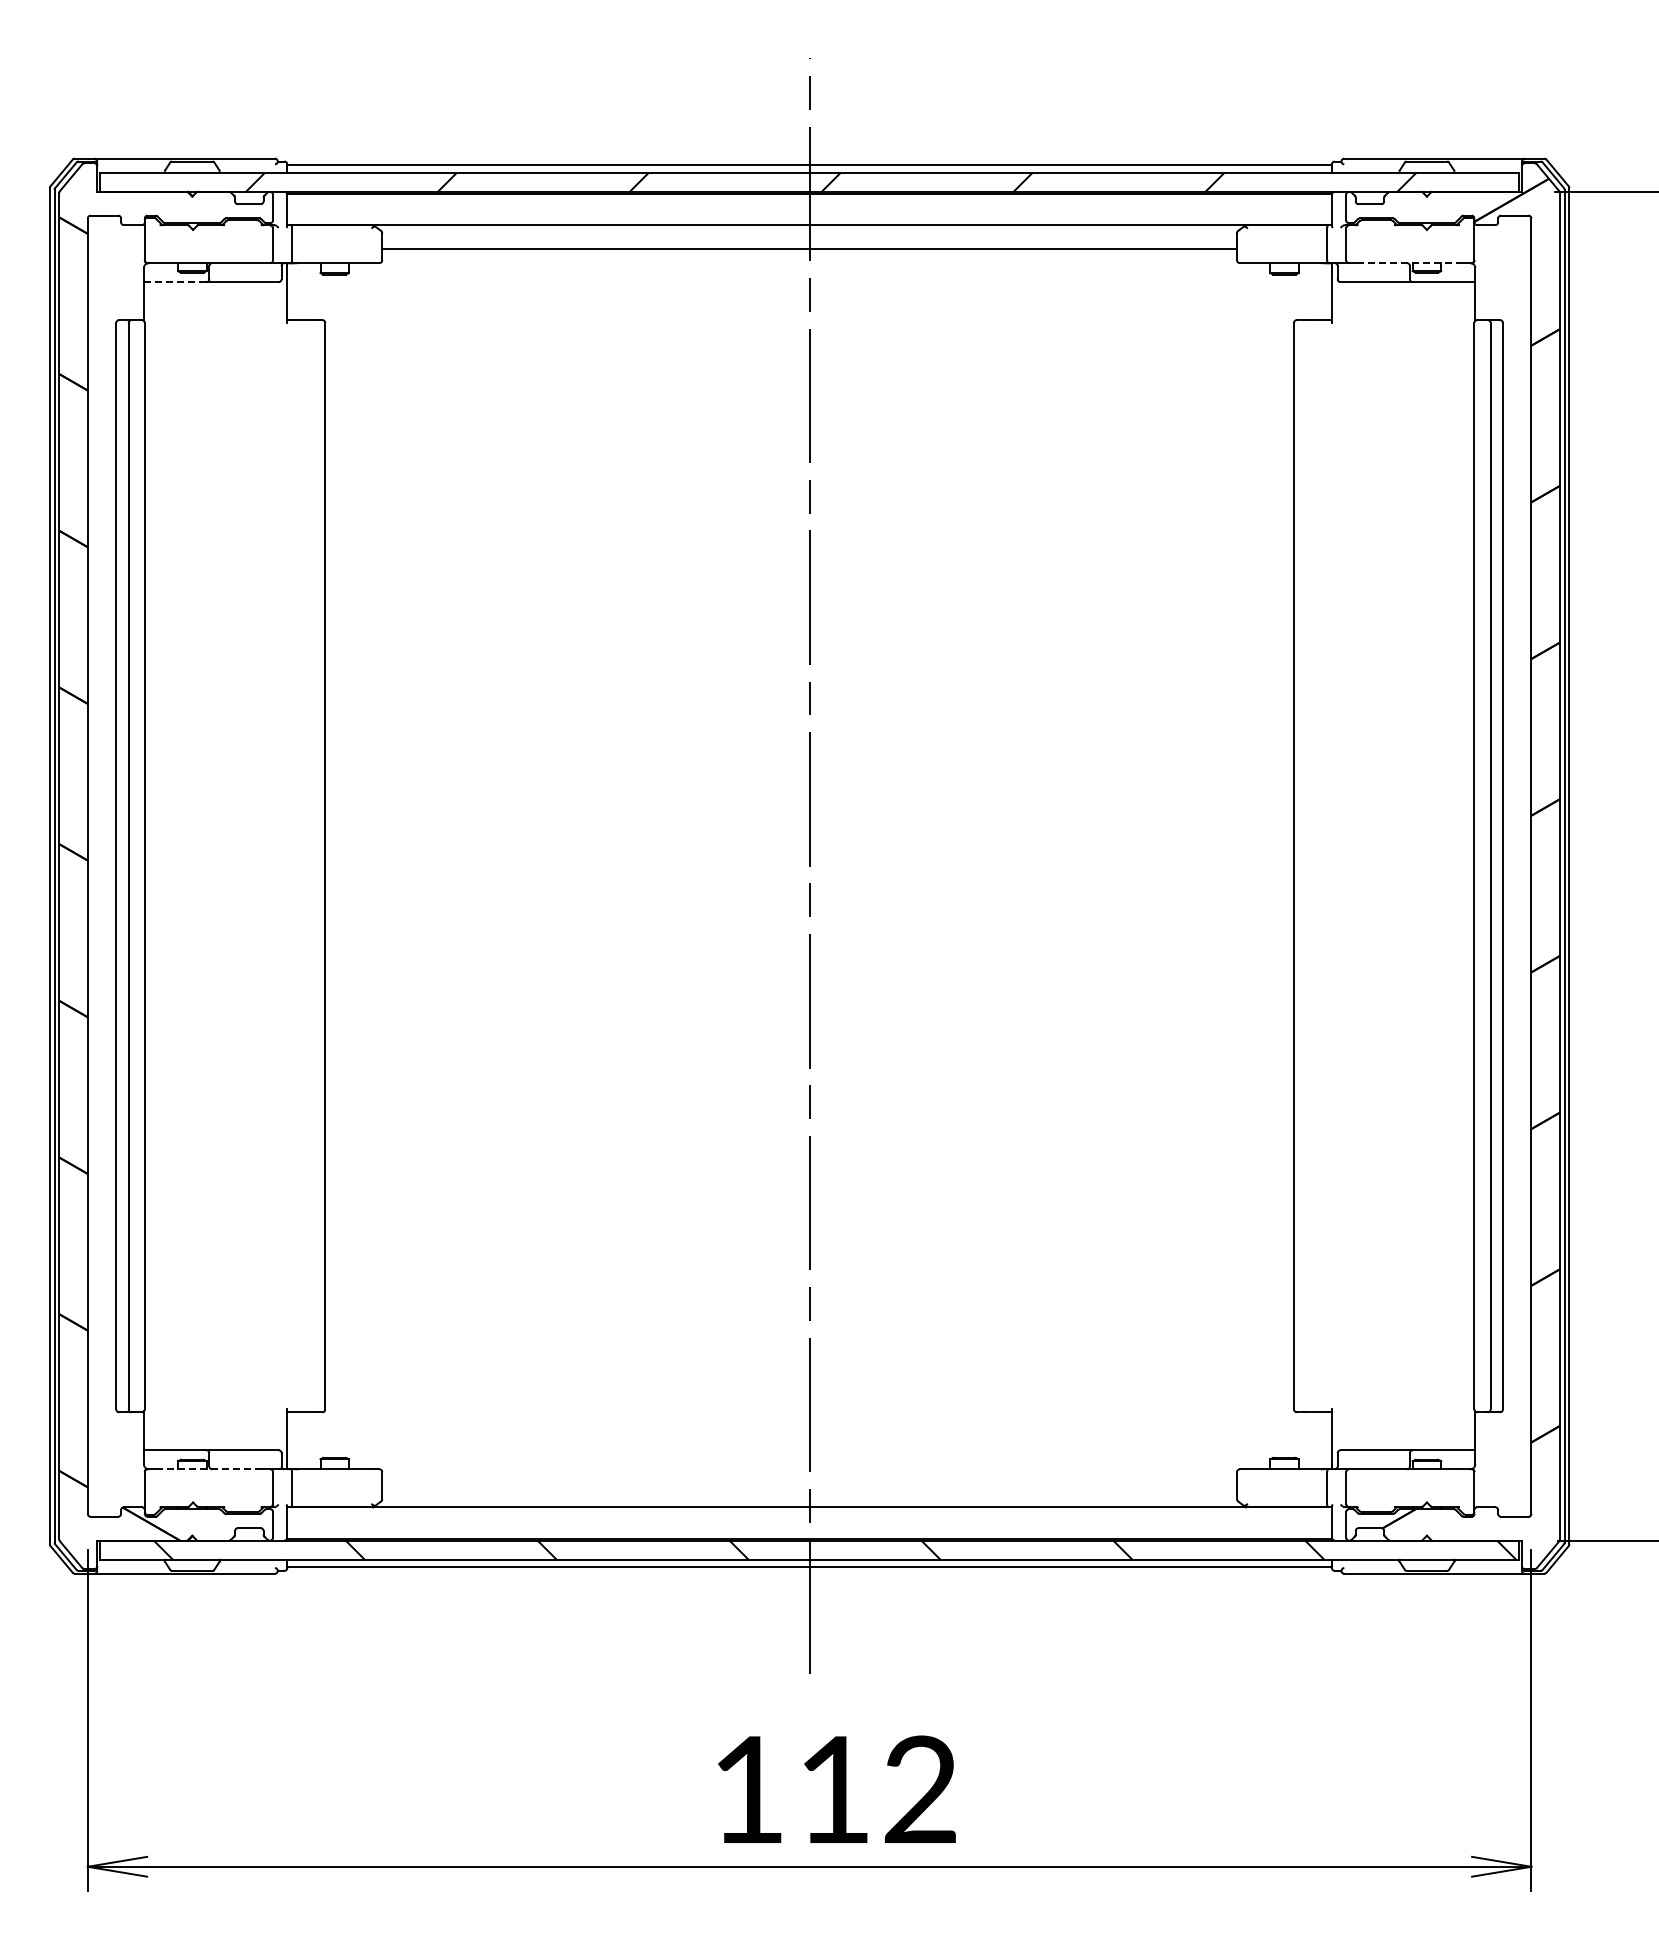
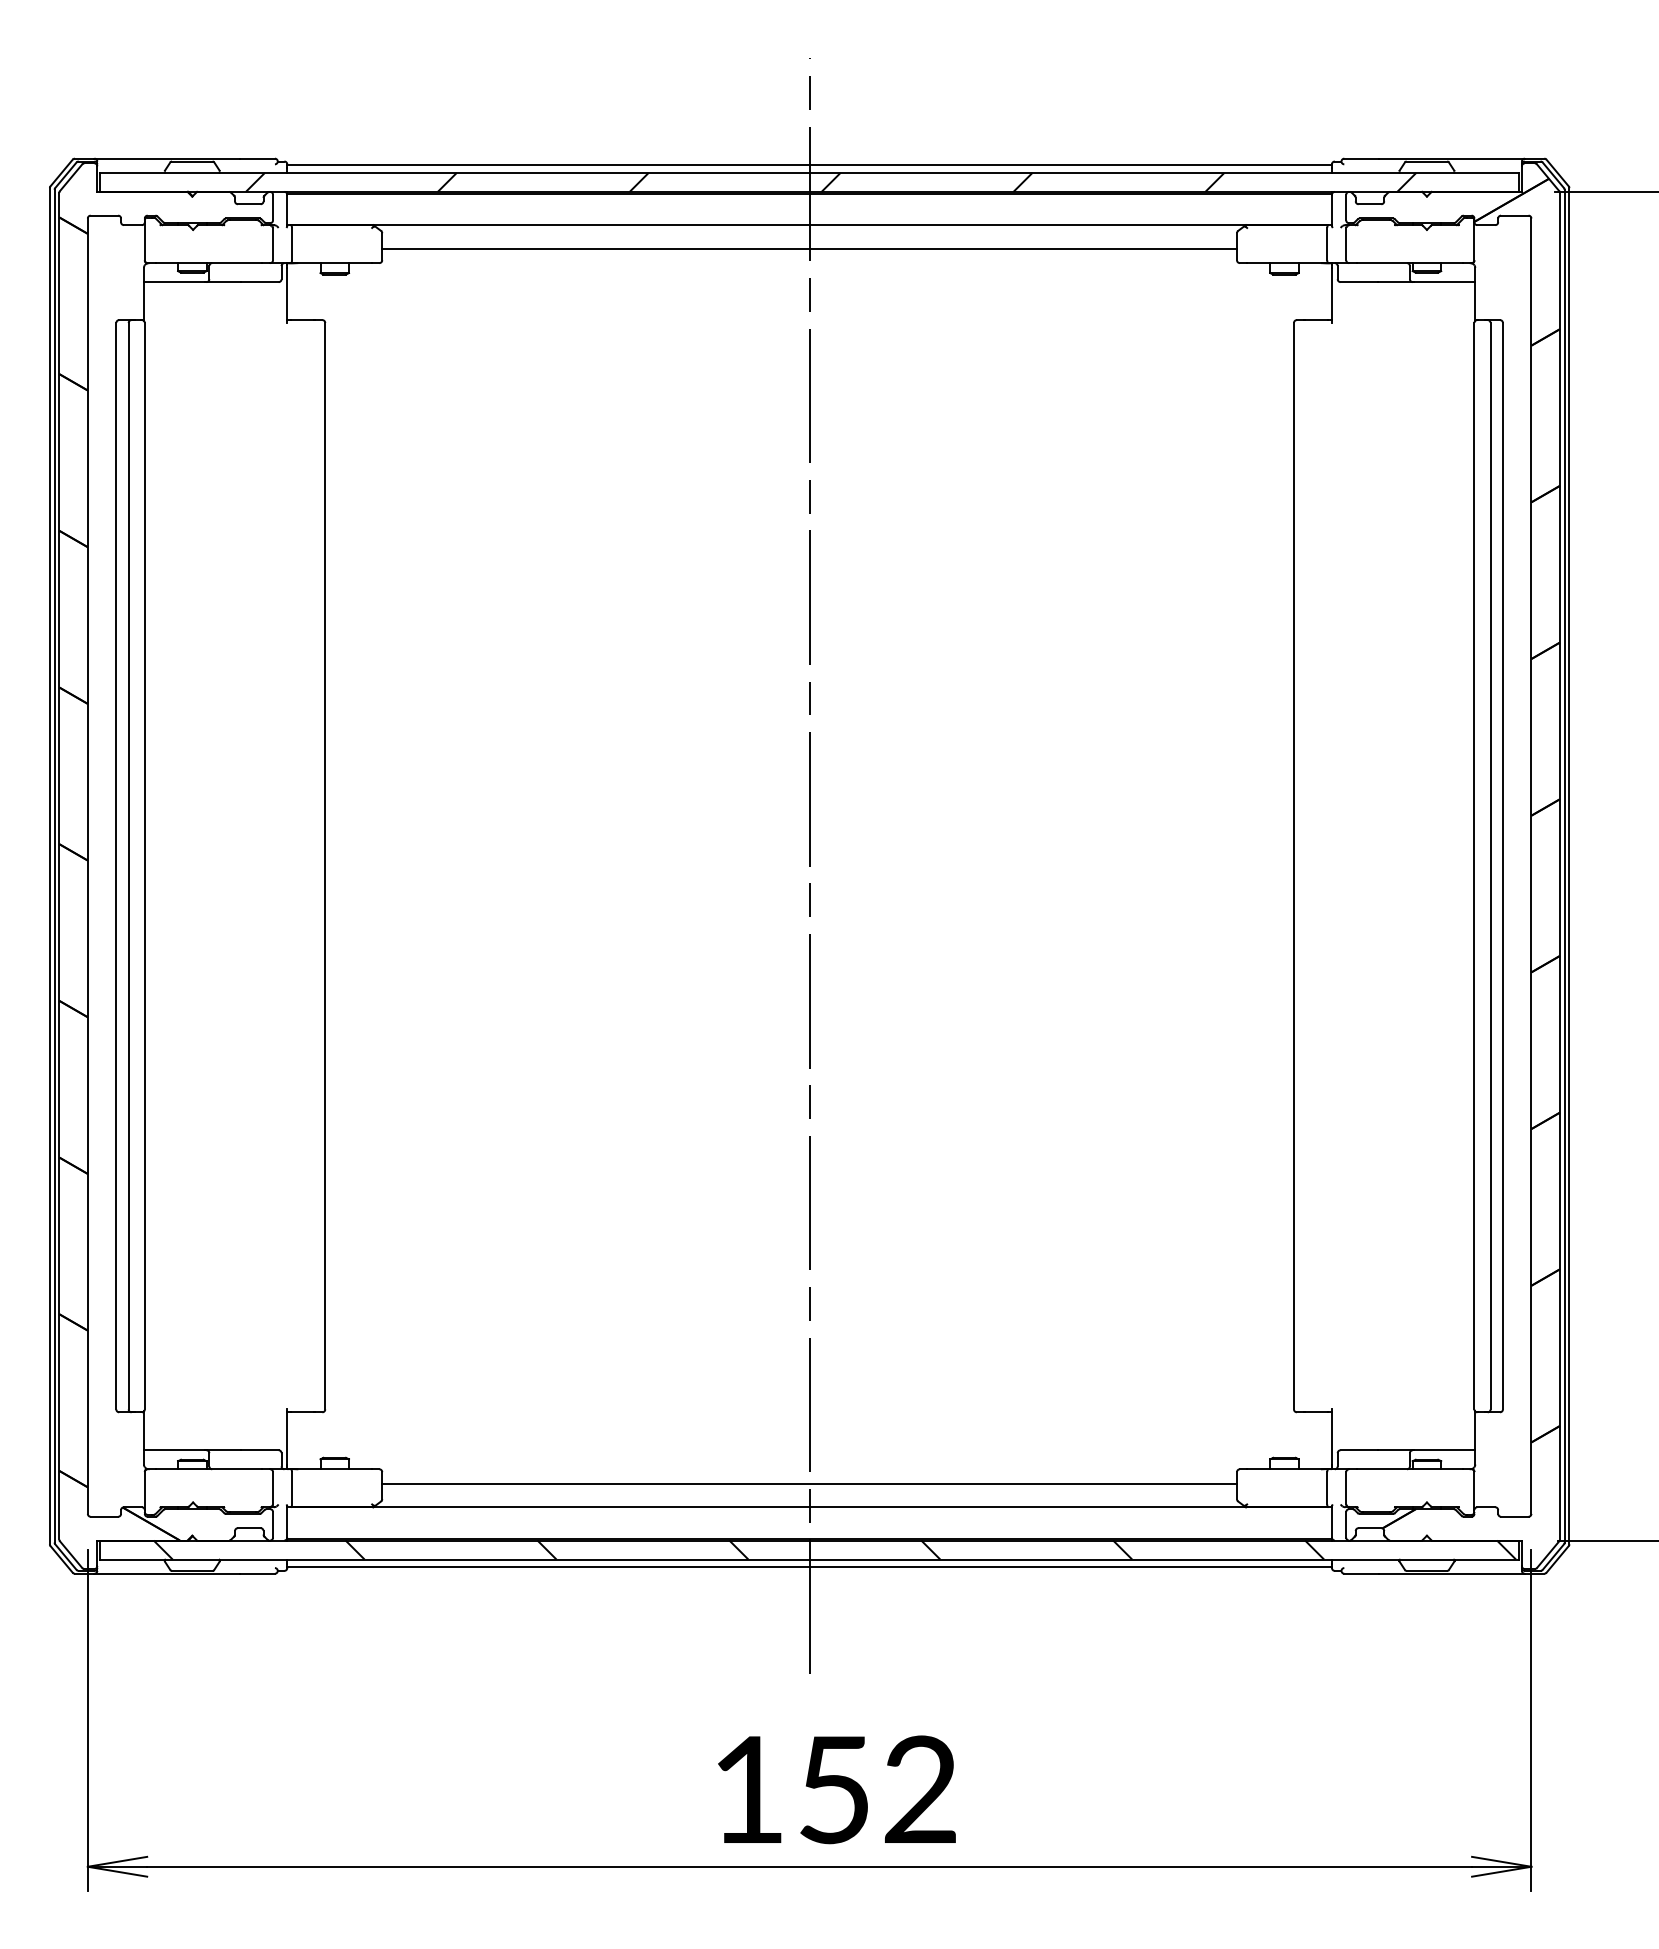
line at (1410, 263): dashed -> solid
line at (174, 282): dashed -> solid
line at (208, 1469): dashed -> solid
line at (809, 1483): none -> present
text at (833, 1790): 112 -> 152
